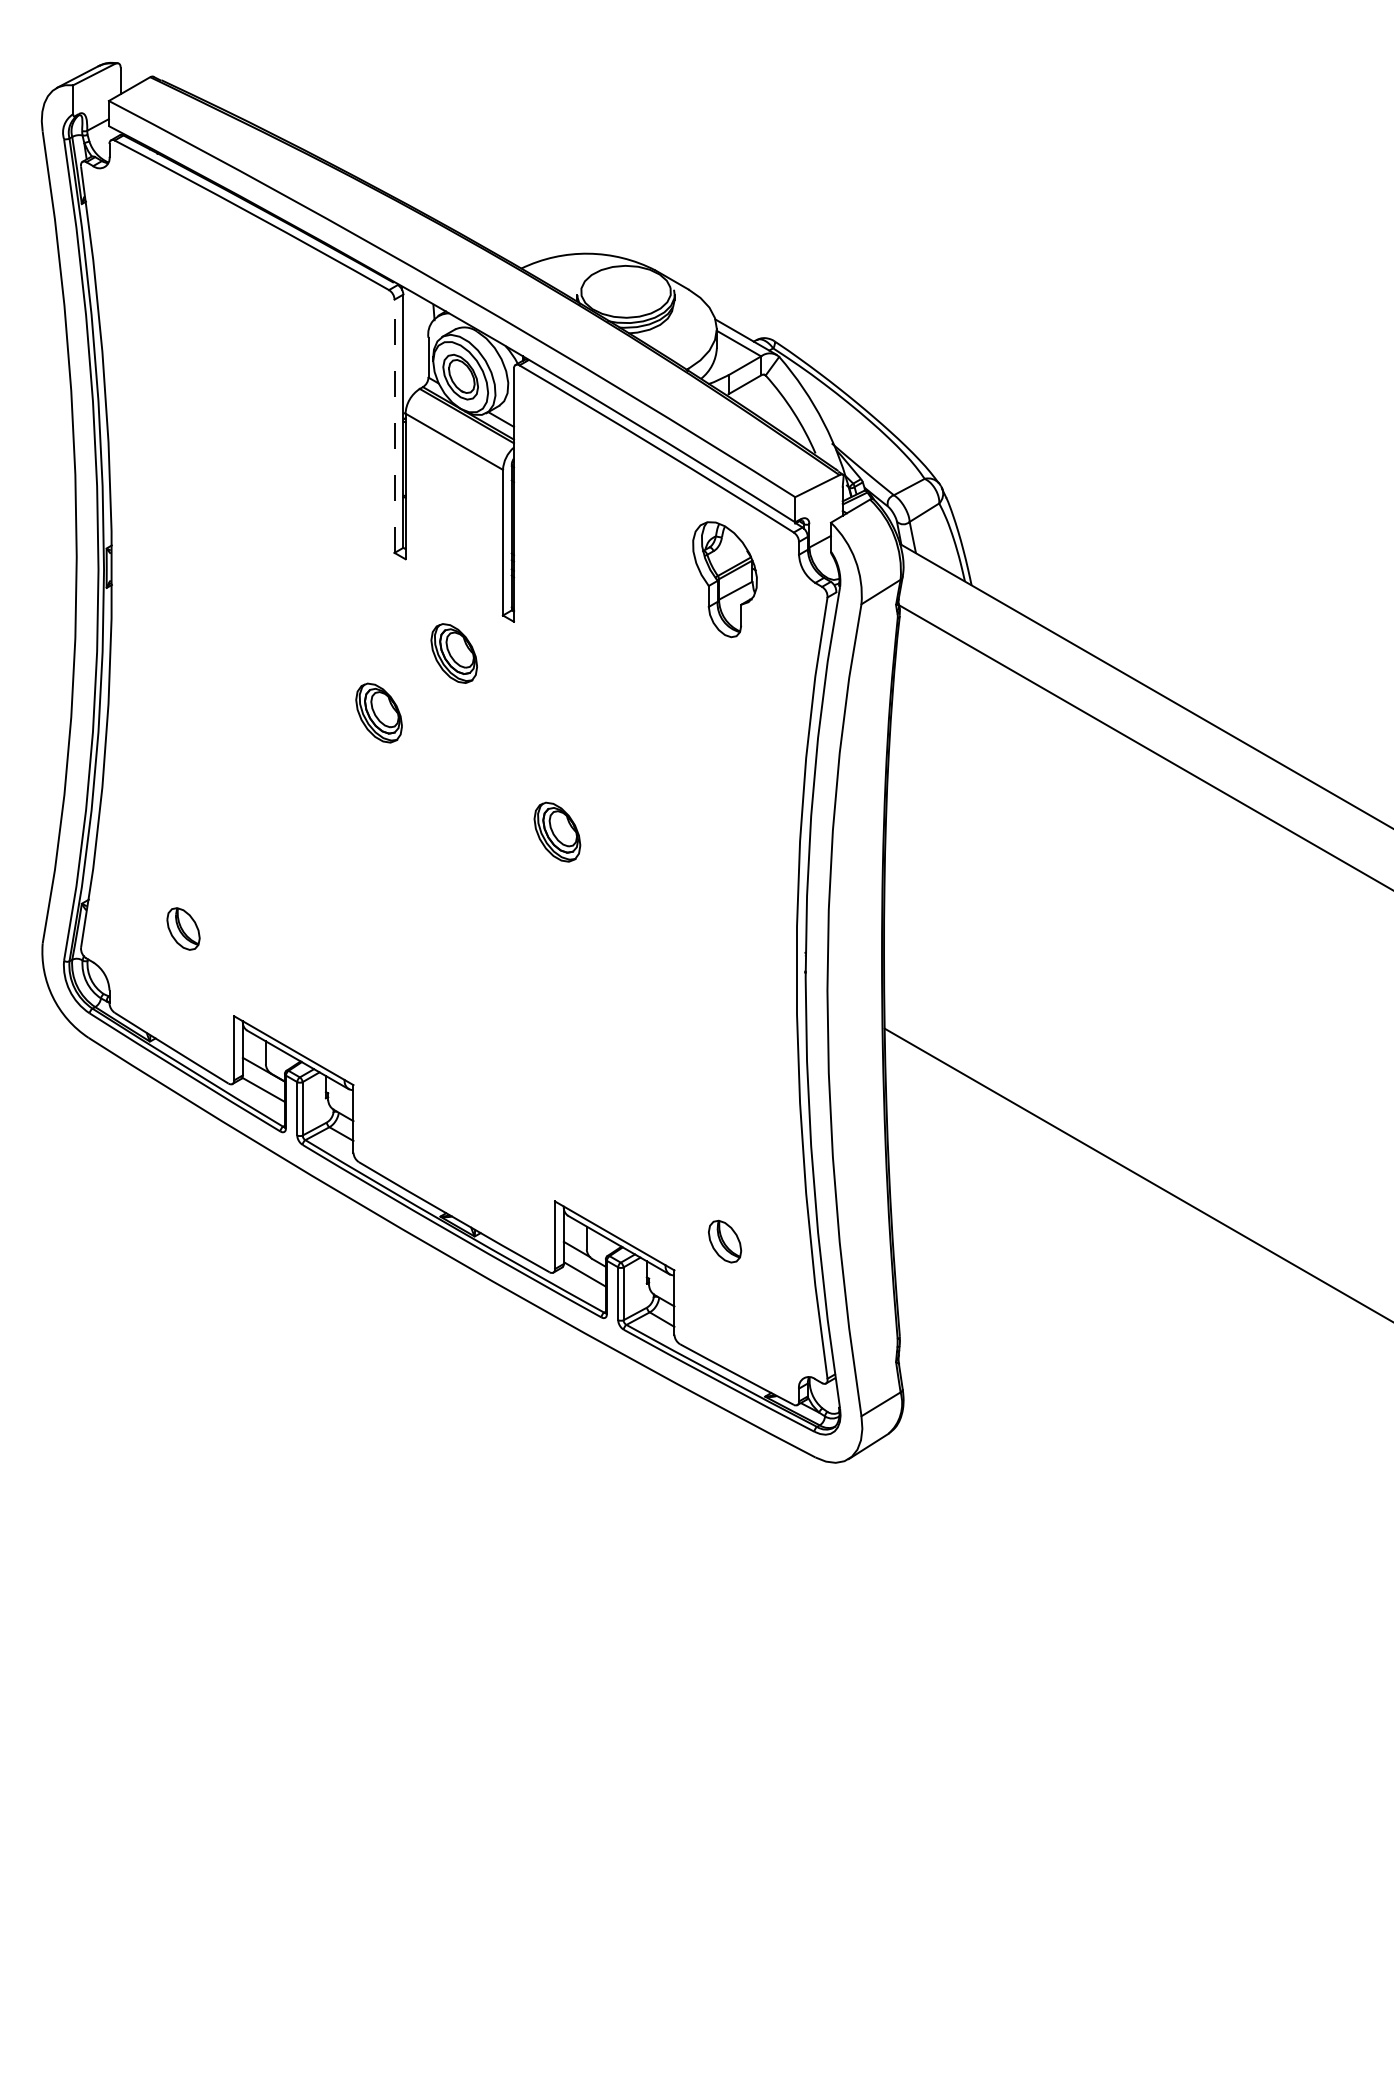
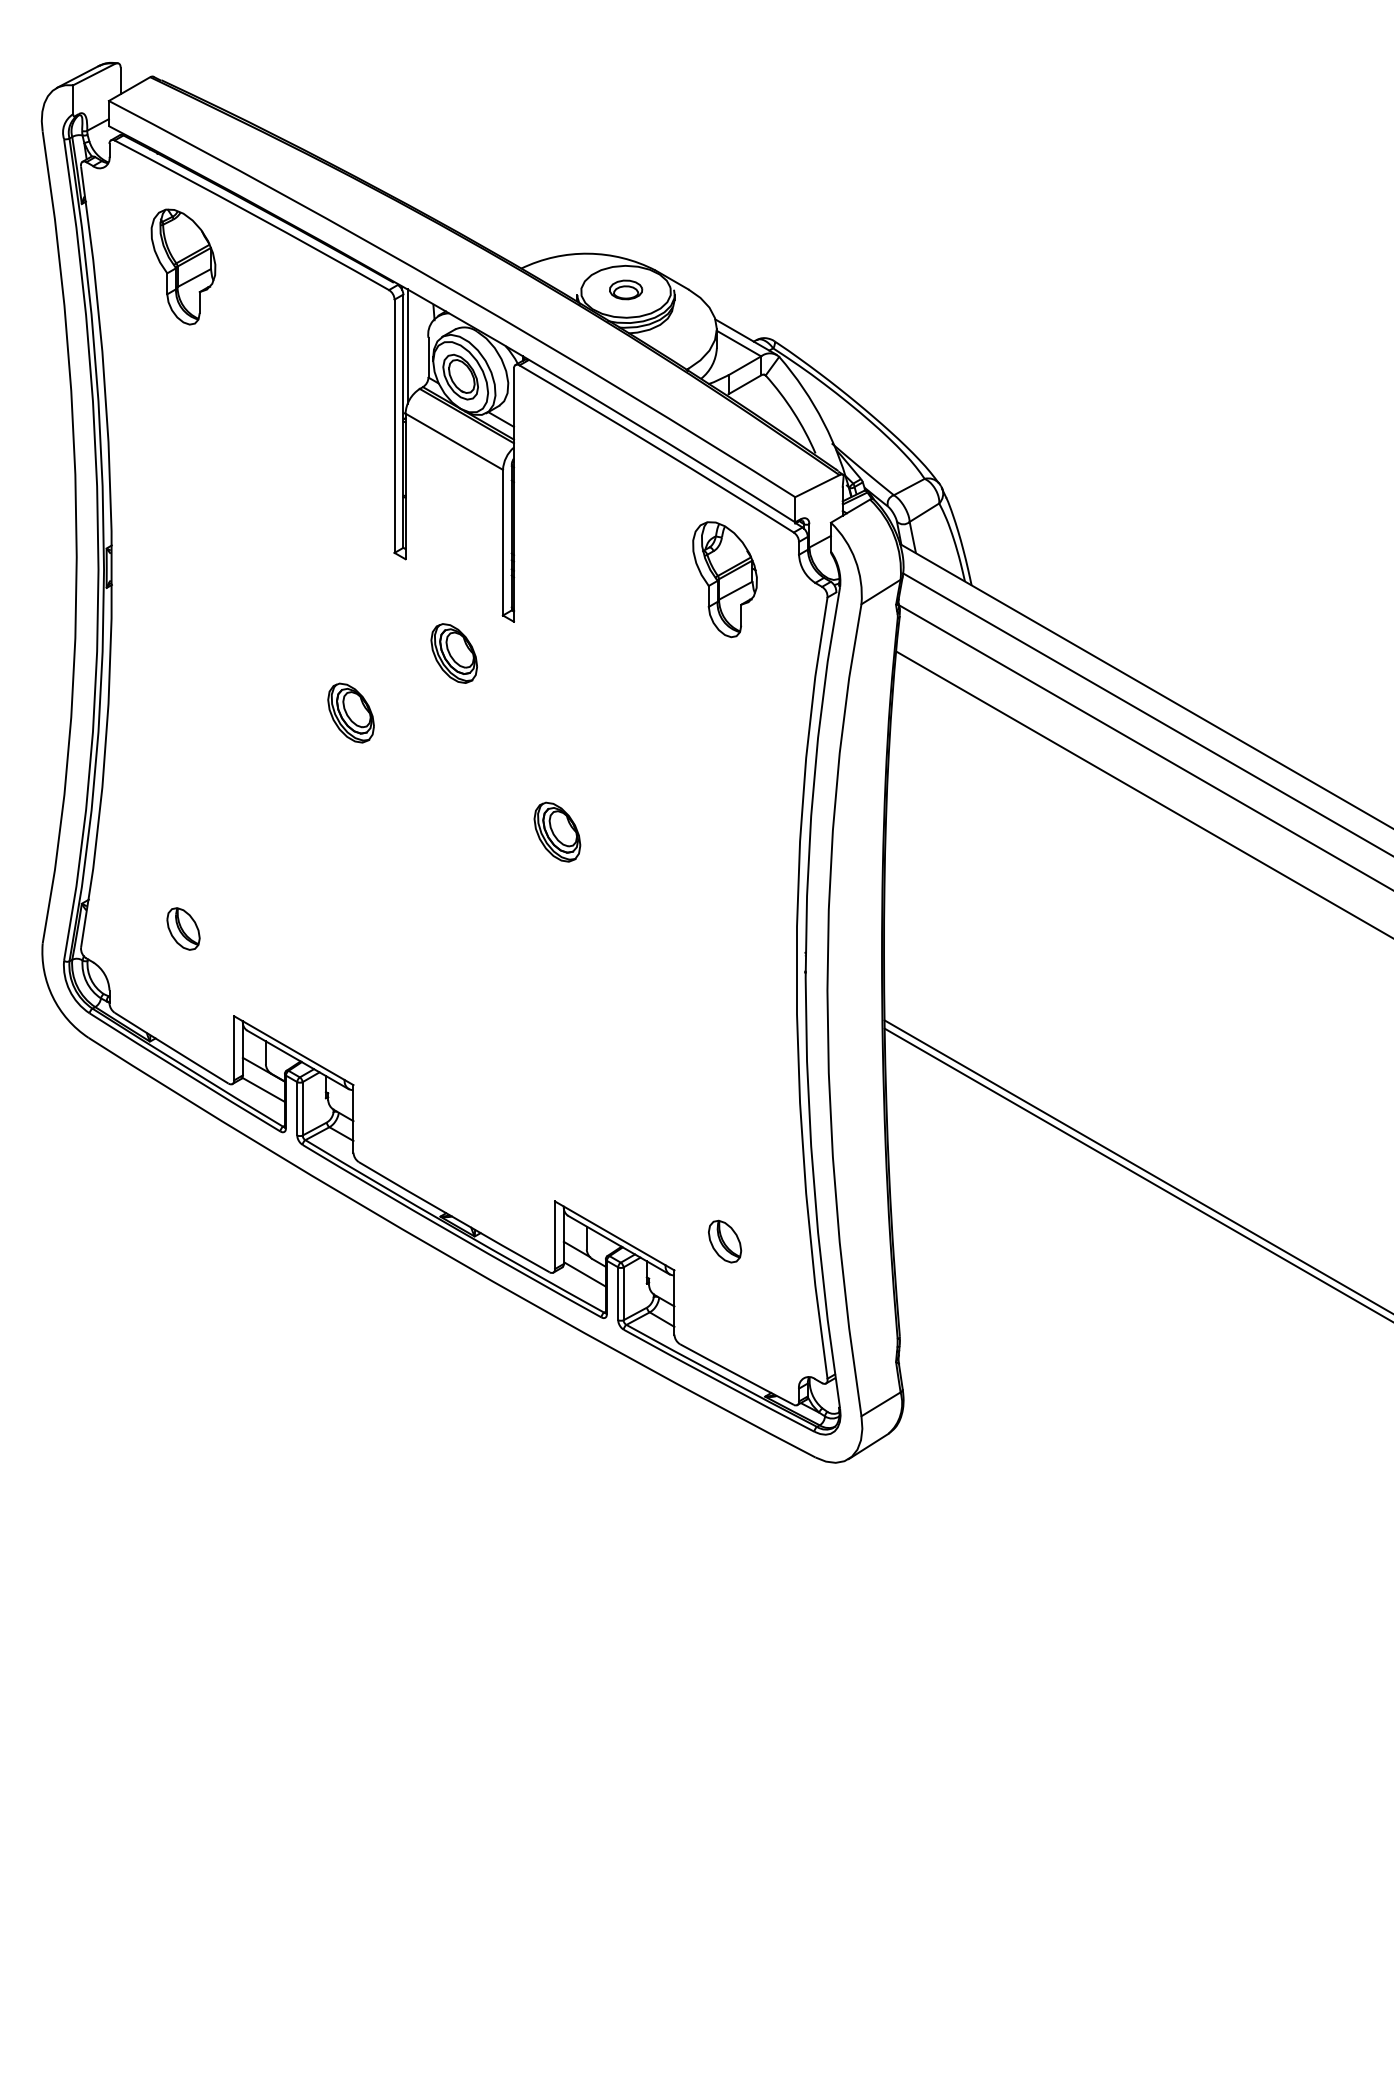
part at (183, 266): none -> present
part at (626, 289): none -> present
line at (407, 346): none -> present
line at (394, 426): dashed -> solid
part at (378, 712) position: (378, 712) -> (350, 712)
line at (1146, 713): none -> present
line at (1143, 793): none -> present
line at (1137, 1166): none -> present
